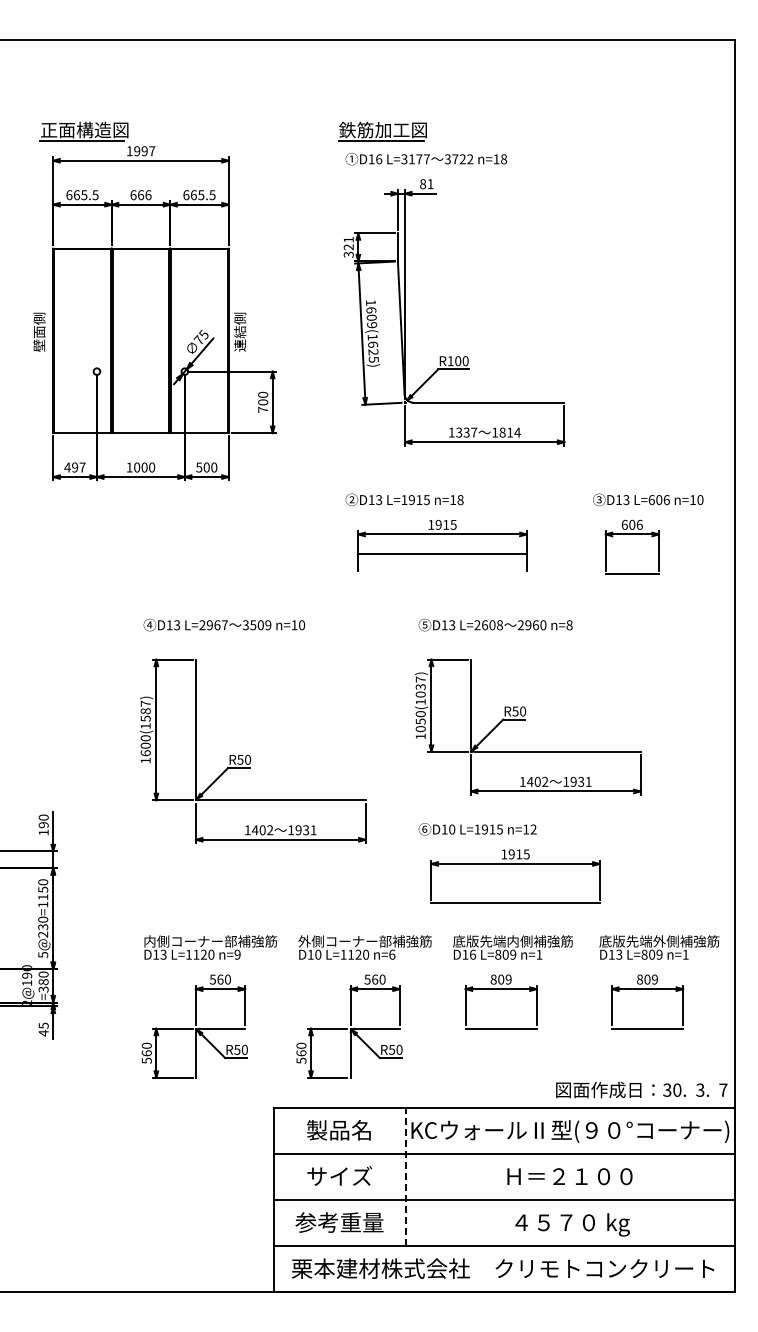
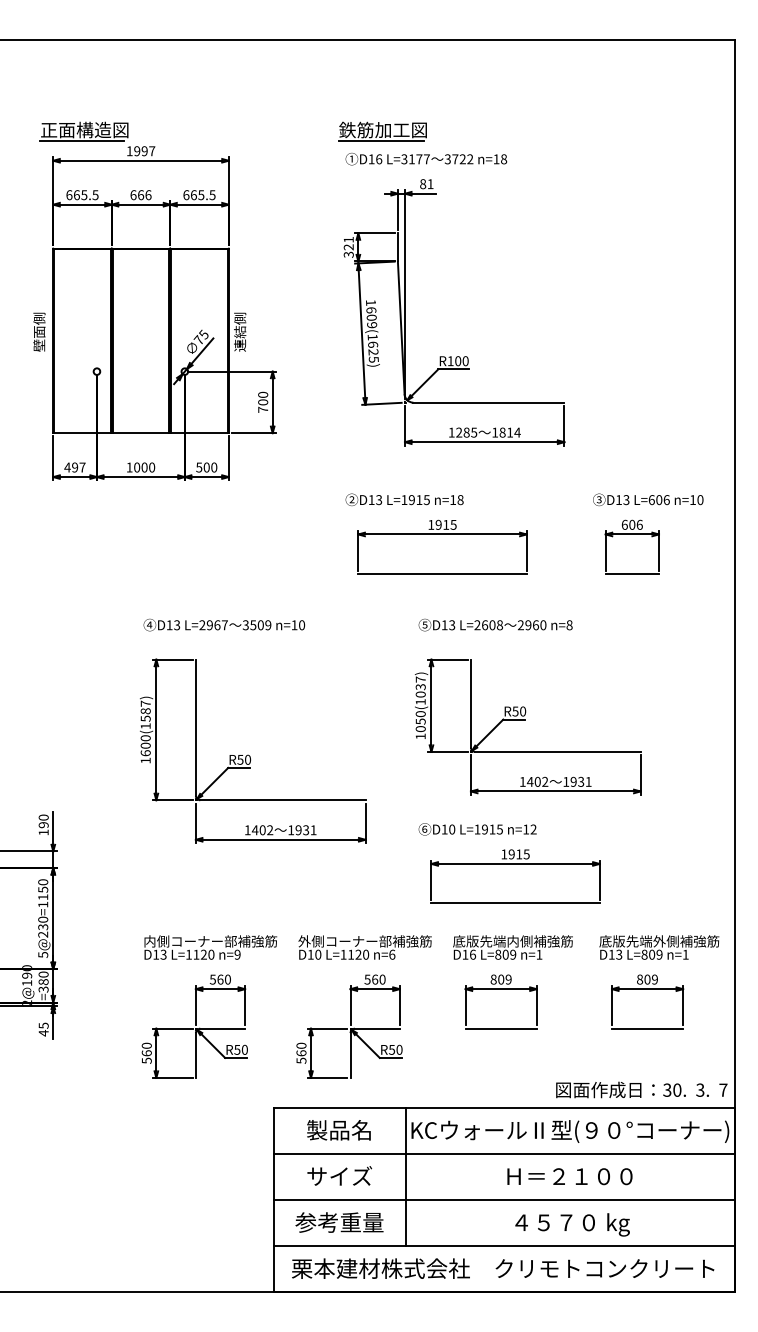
text at (466, 432): 1337 -> 1285
line at (442, 554) position: (442, 554) -> (442, 574)
line at (405, 1176): dashed -> solid
